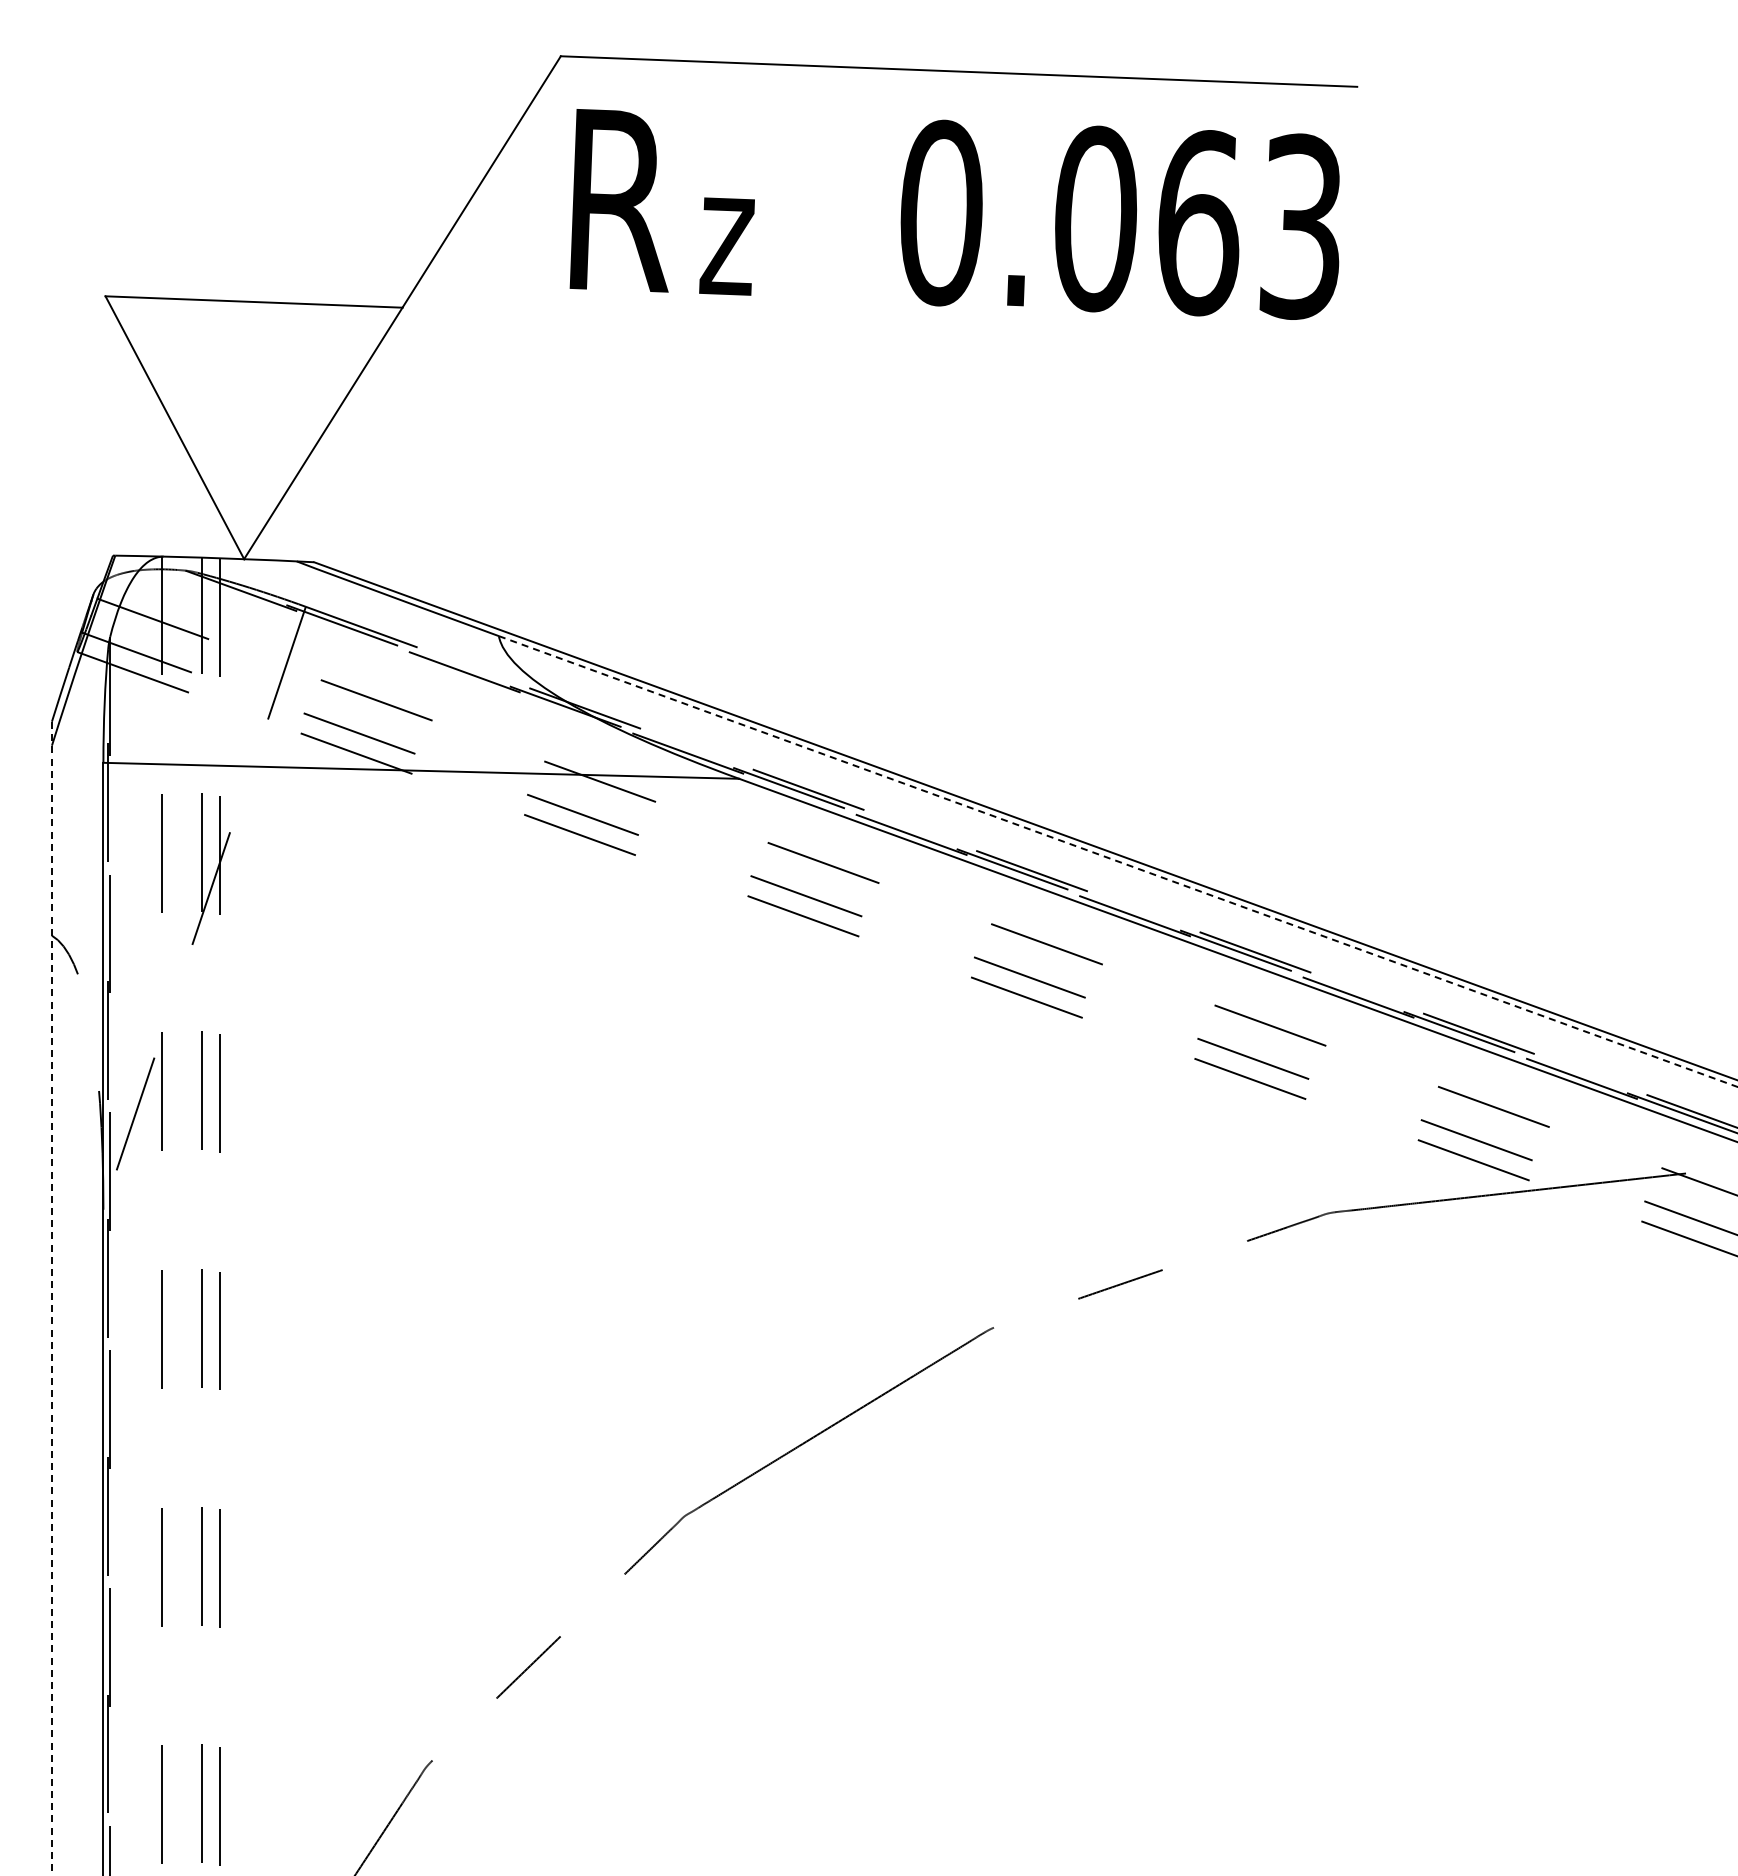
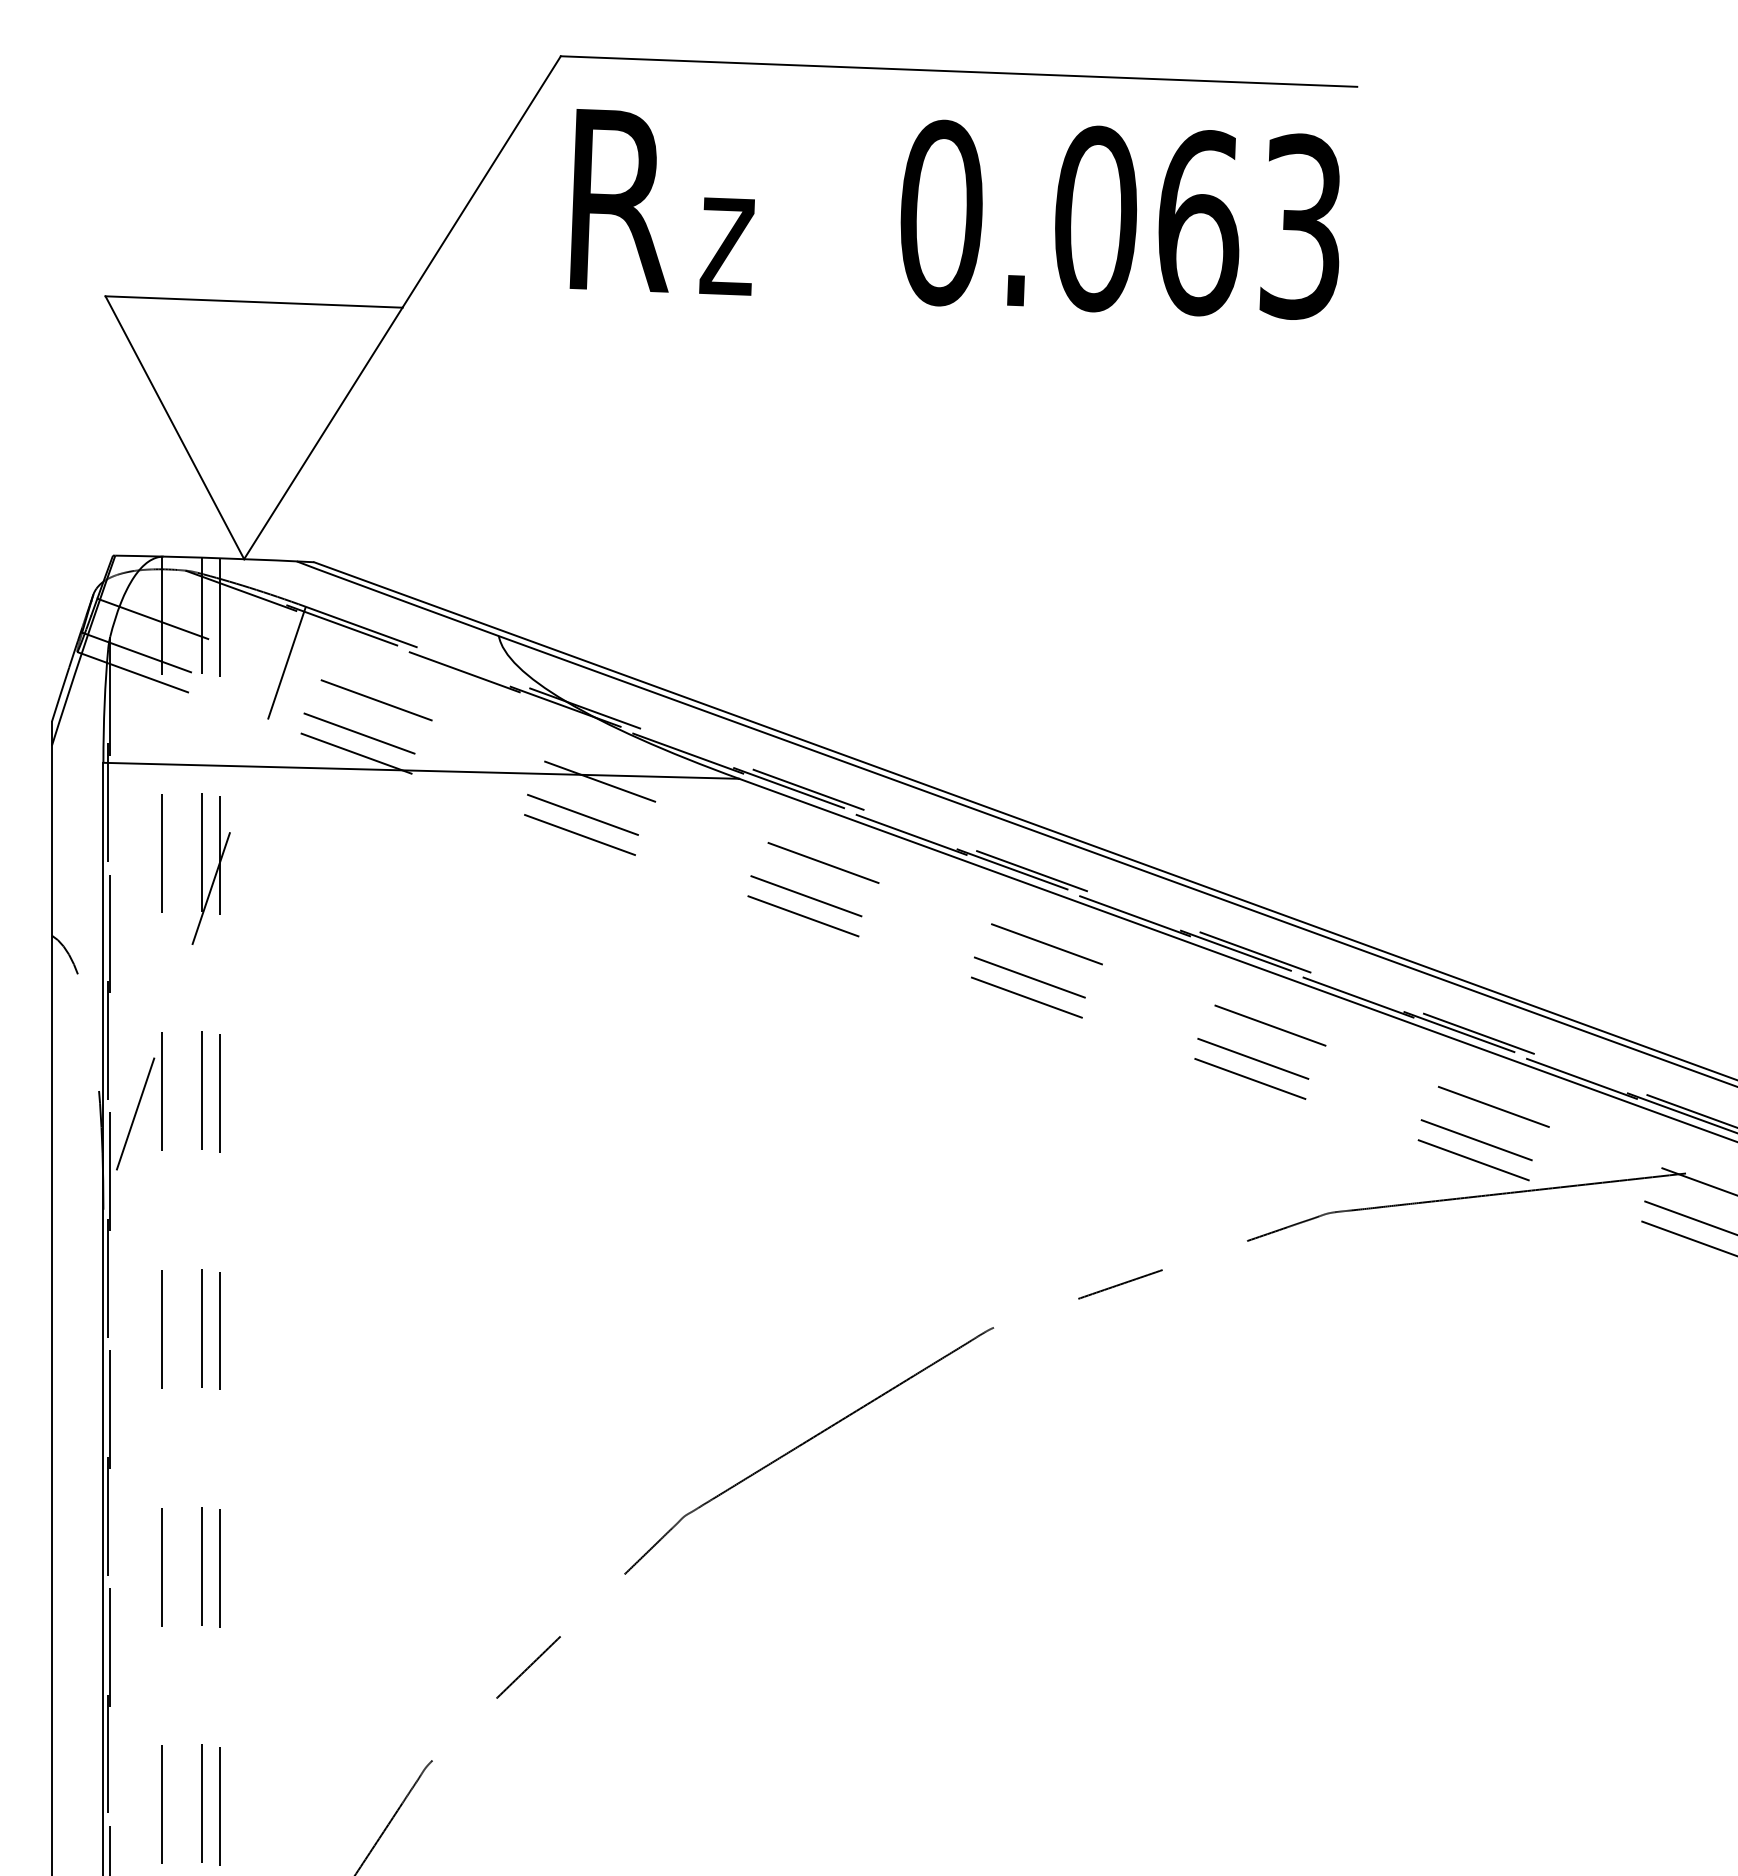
line at (1117, 861): dashed -> solid
line at (51, 1298): dashed -> solid
